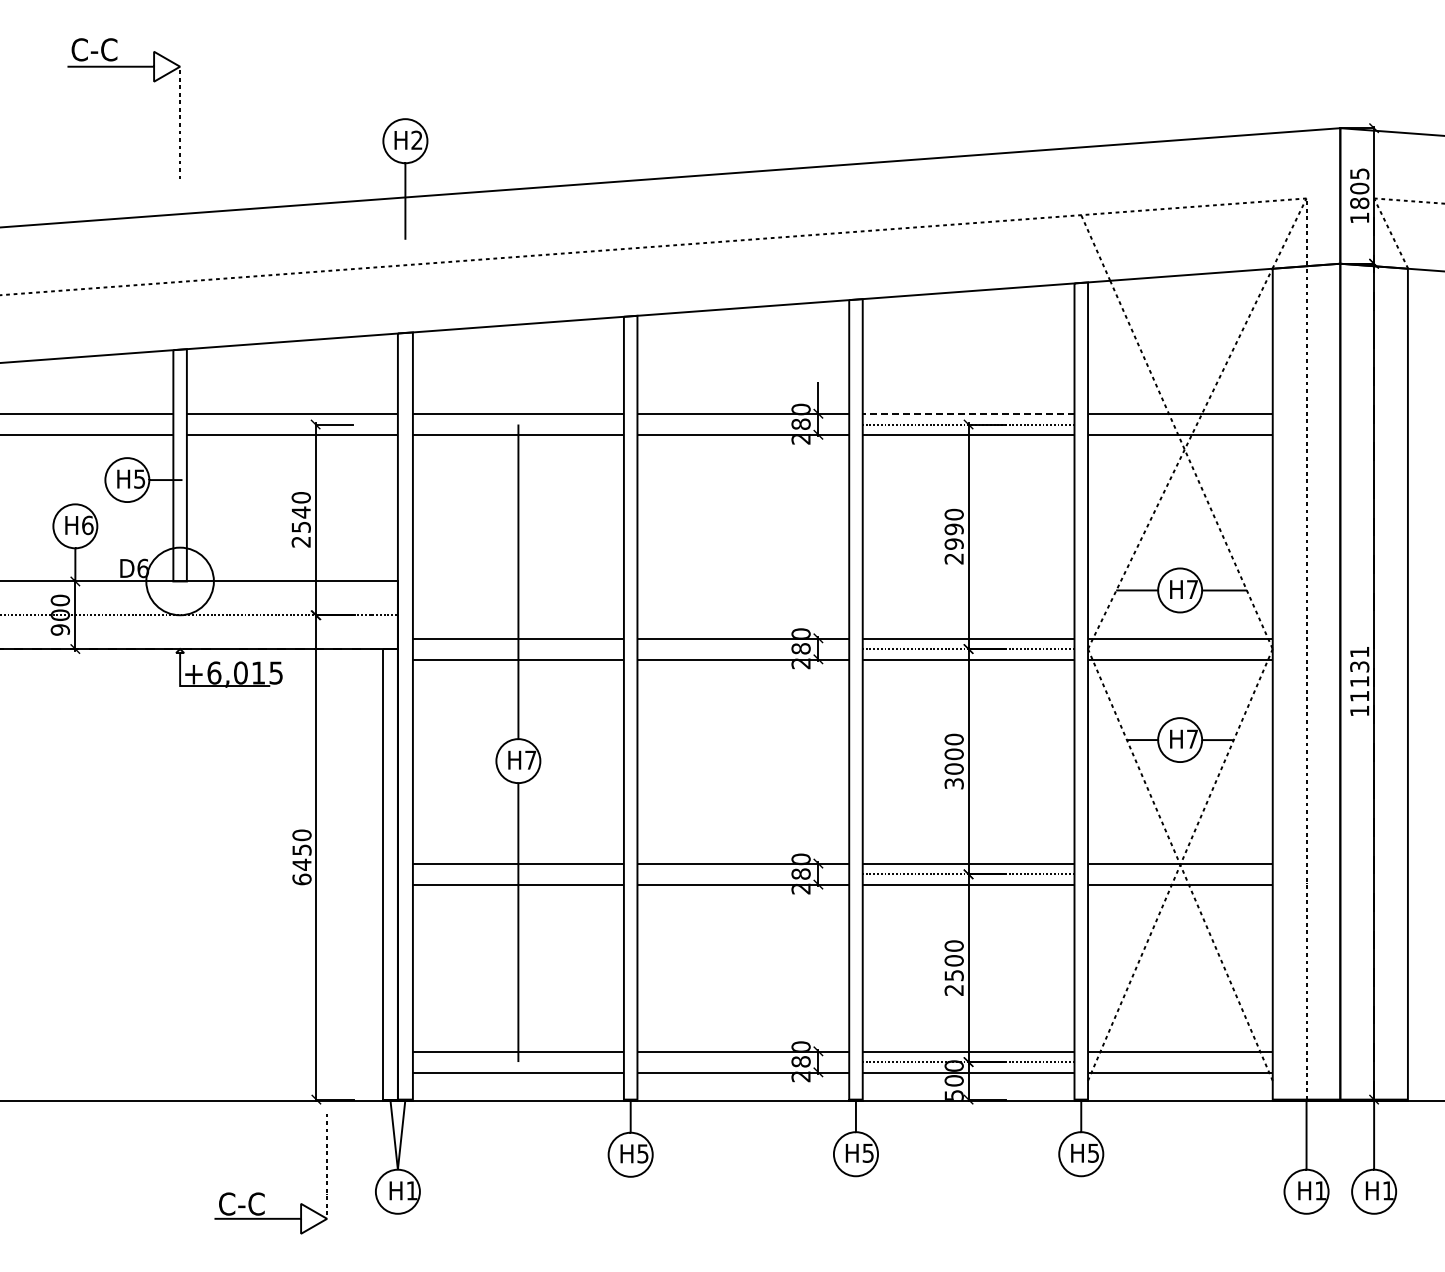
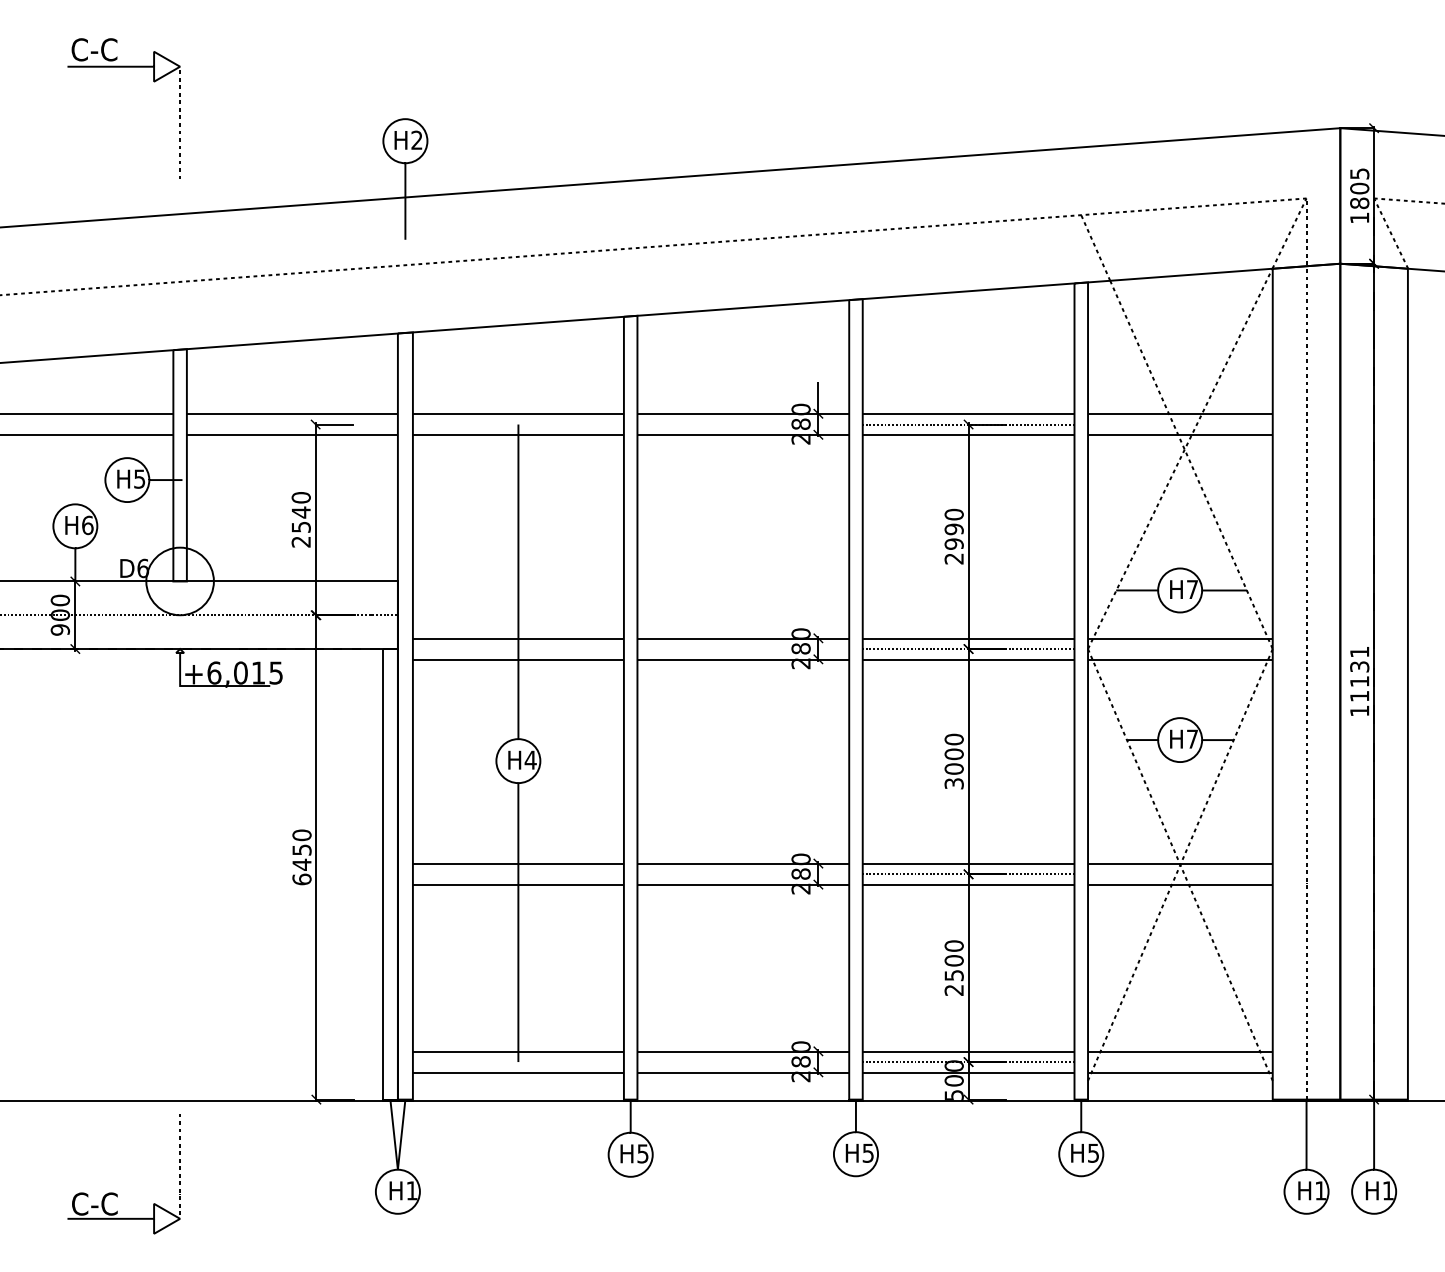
line at (968, 414): dashed -> solid
text at (530, 759): H7 -> H4
part at (263, 1193) position: (263, 1193) -> (116, 1193)
